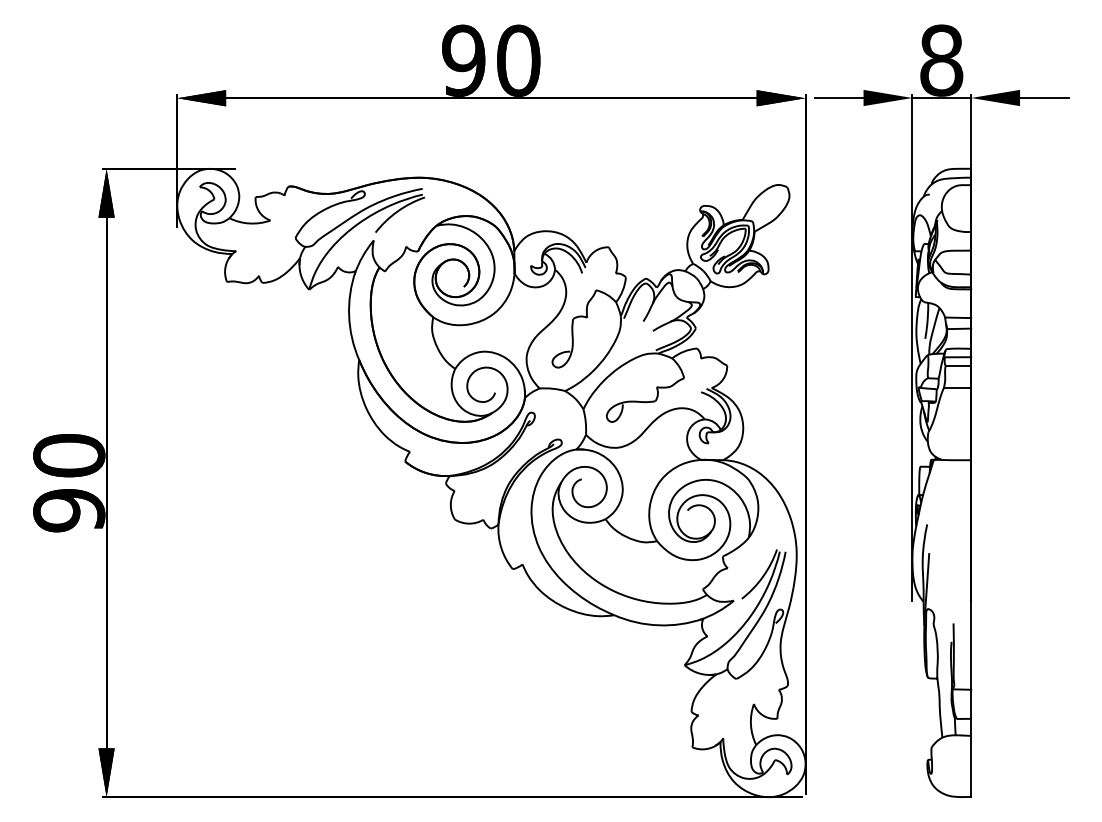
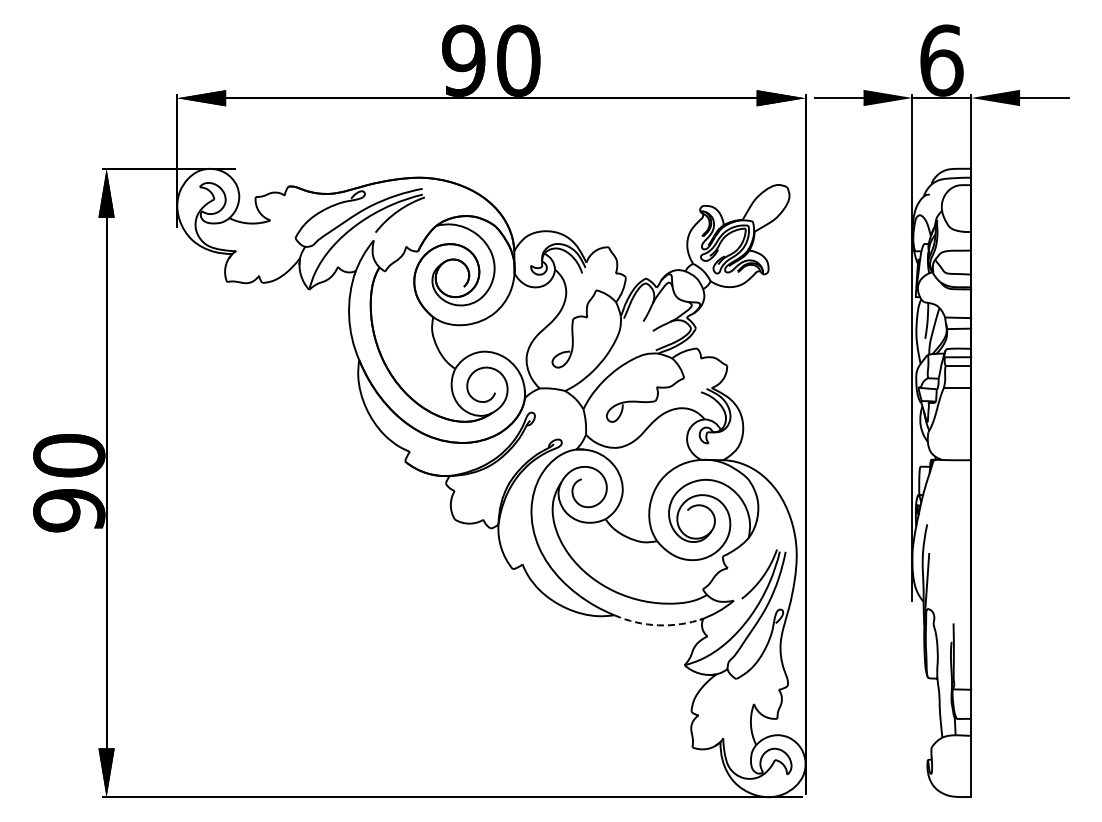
text at (941, 60): 8 -> 6
arc at (658, 625): solid -> dashed
